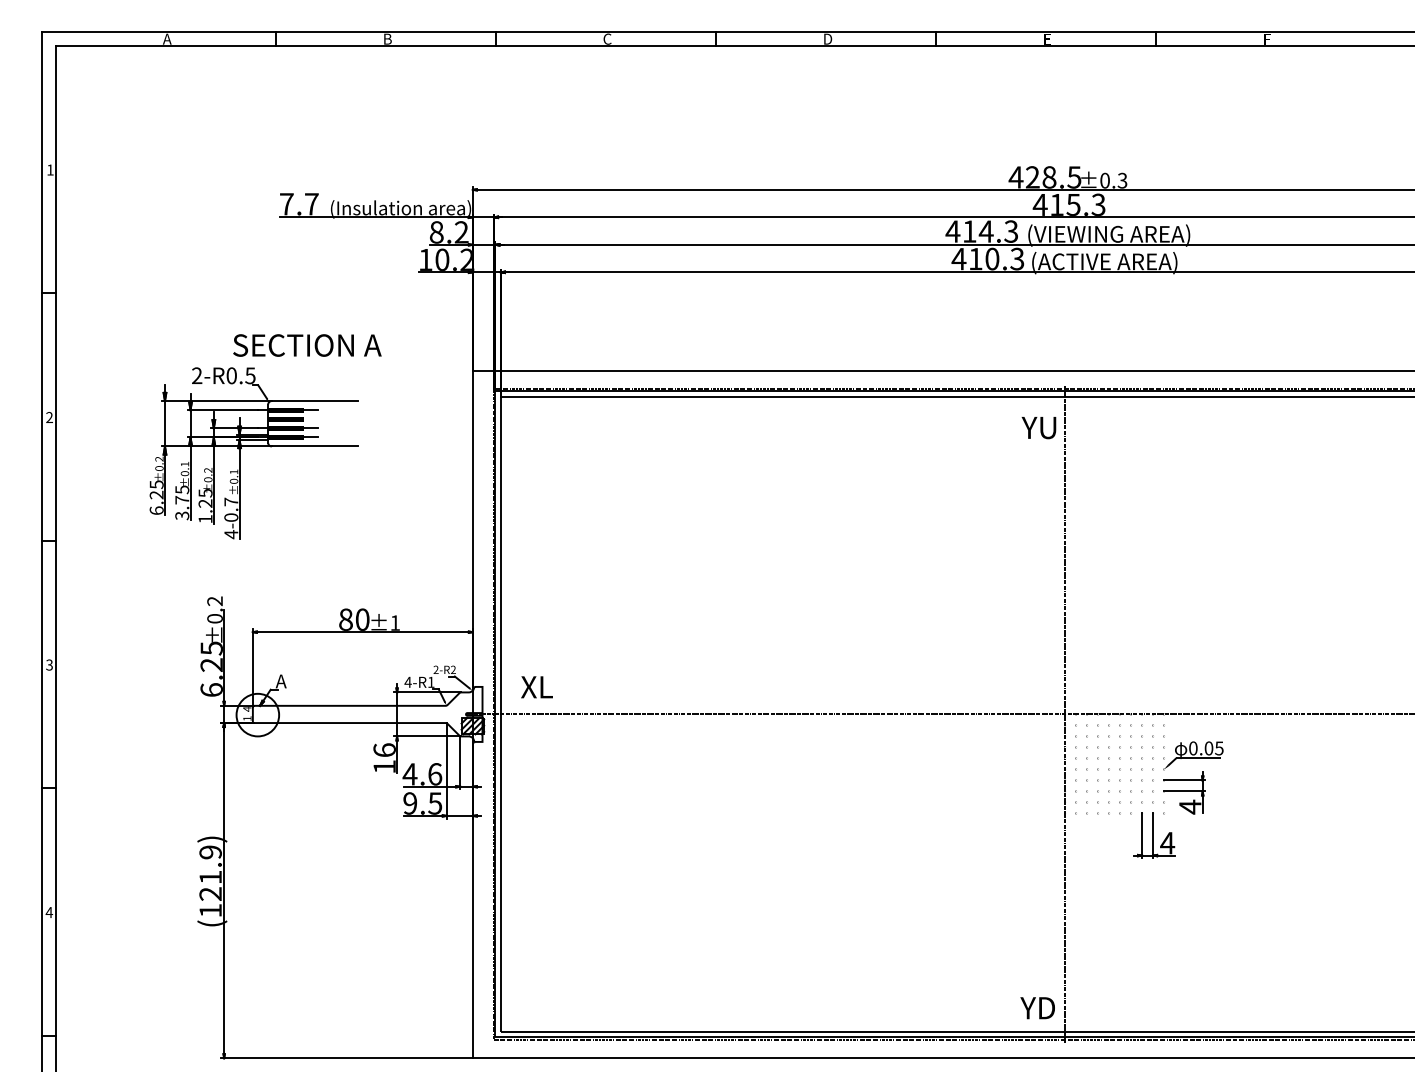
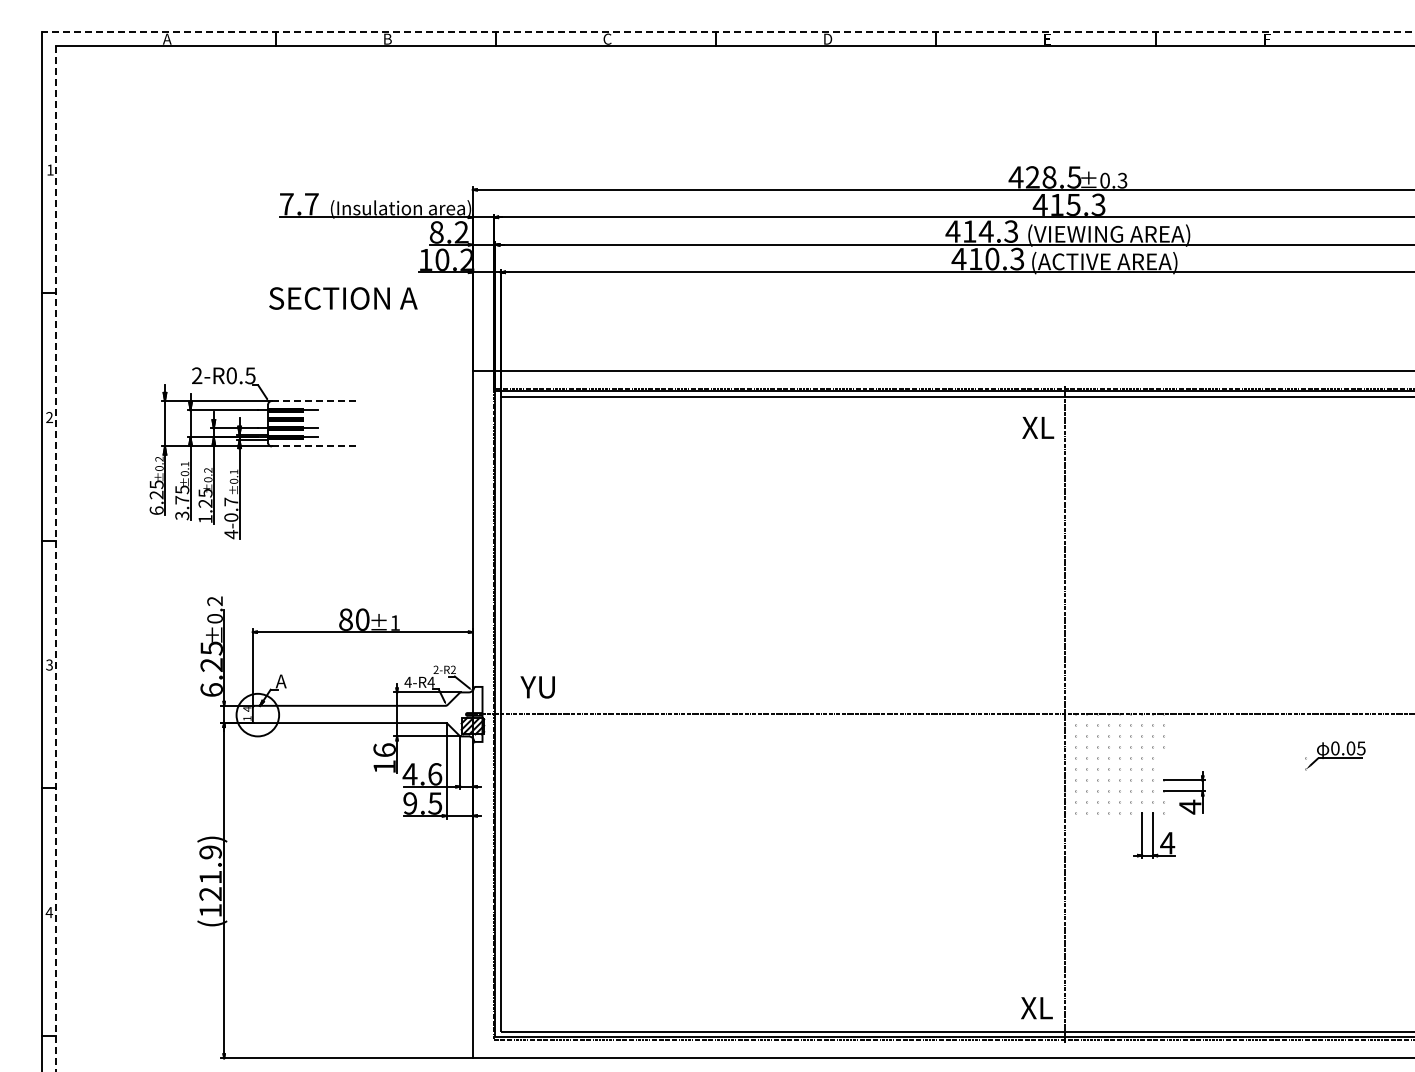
line at (728, 31): solid -> dashed
text at (307, 345) position: (307, 345) -> (343, 298)
line at (315, 401): solid -> dashed
text at (1038, 427): YU -> XL
line at (315, 446): solid -> dashed
line at (56, 558): solid -> dashed
text at (430, 681): 4-R1 -> 4-R4
text at (537, 687): XL -> YU
part at (1193, 755) position: (1193, 755) -> (1335, 755)
text at (1037, 1008): YD -> XL
